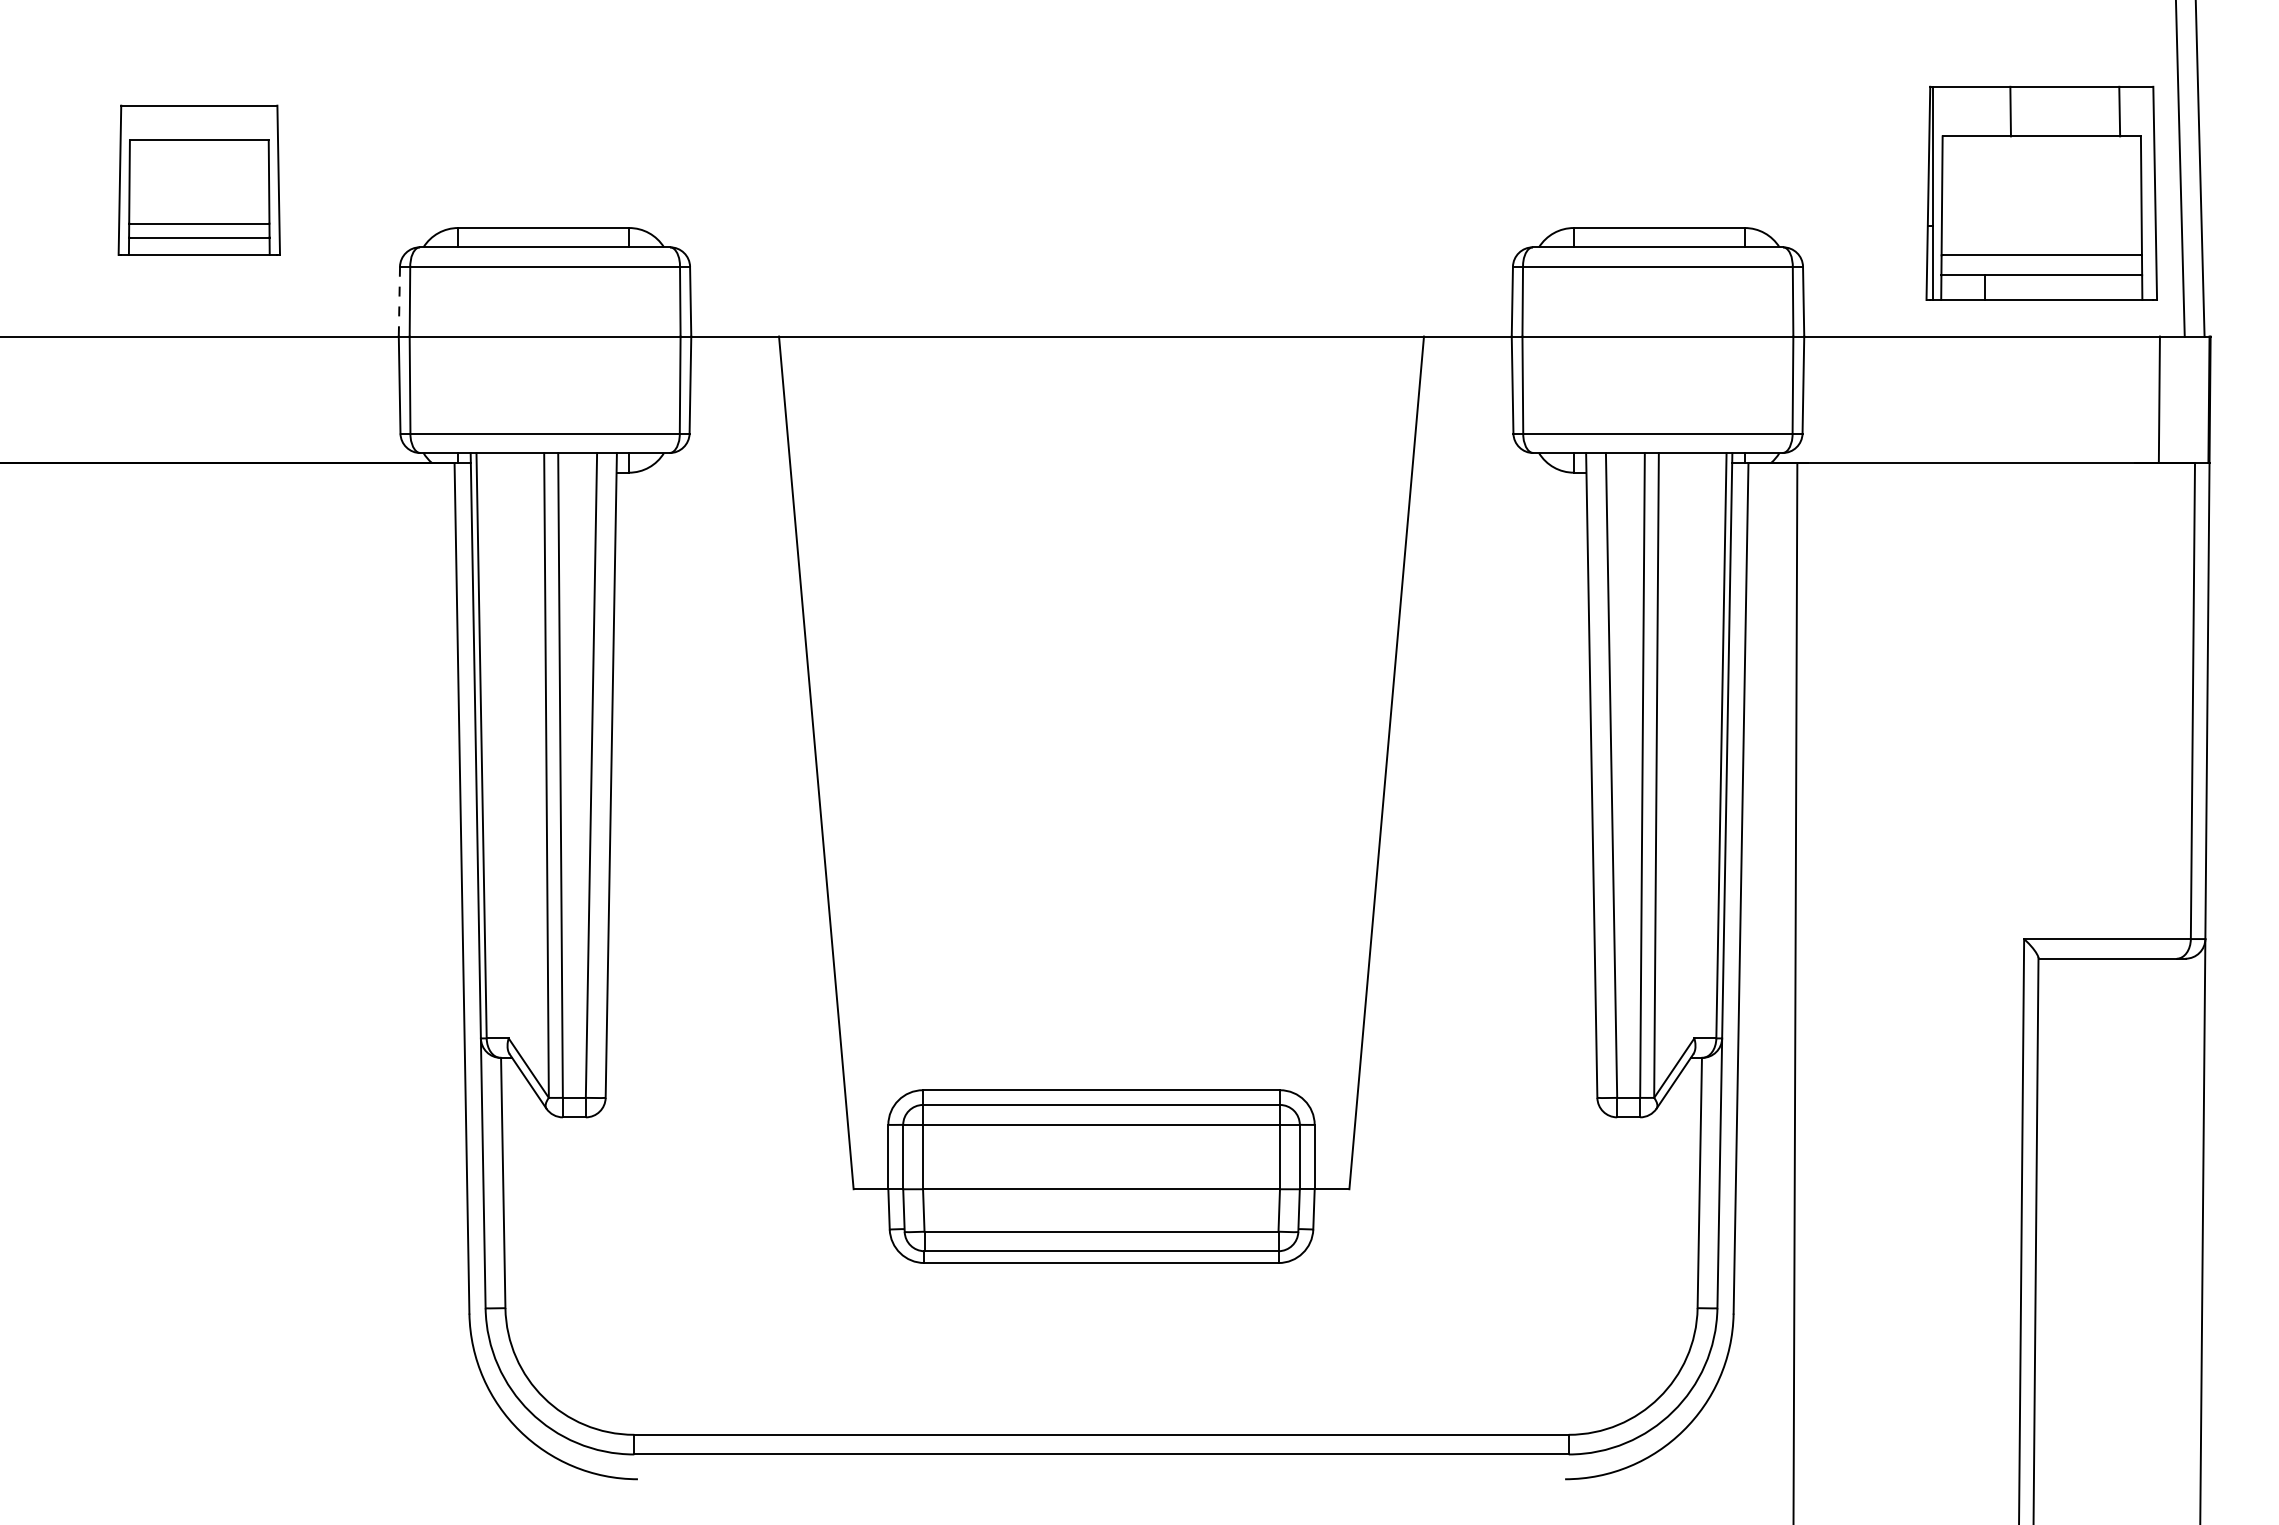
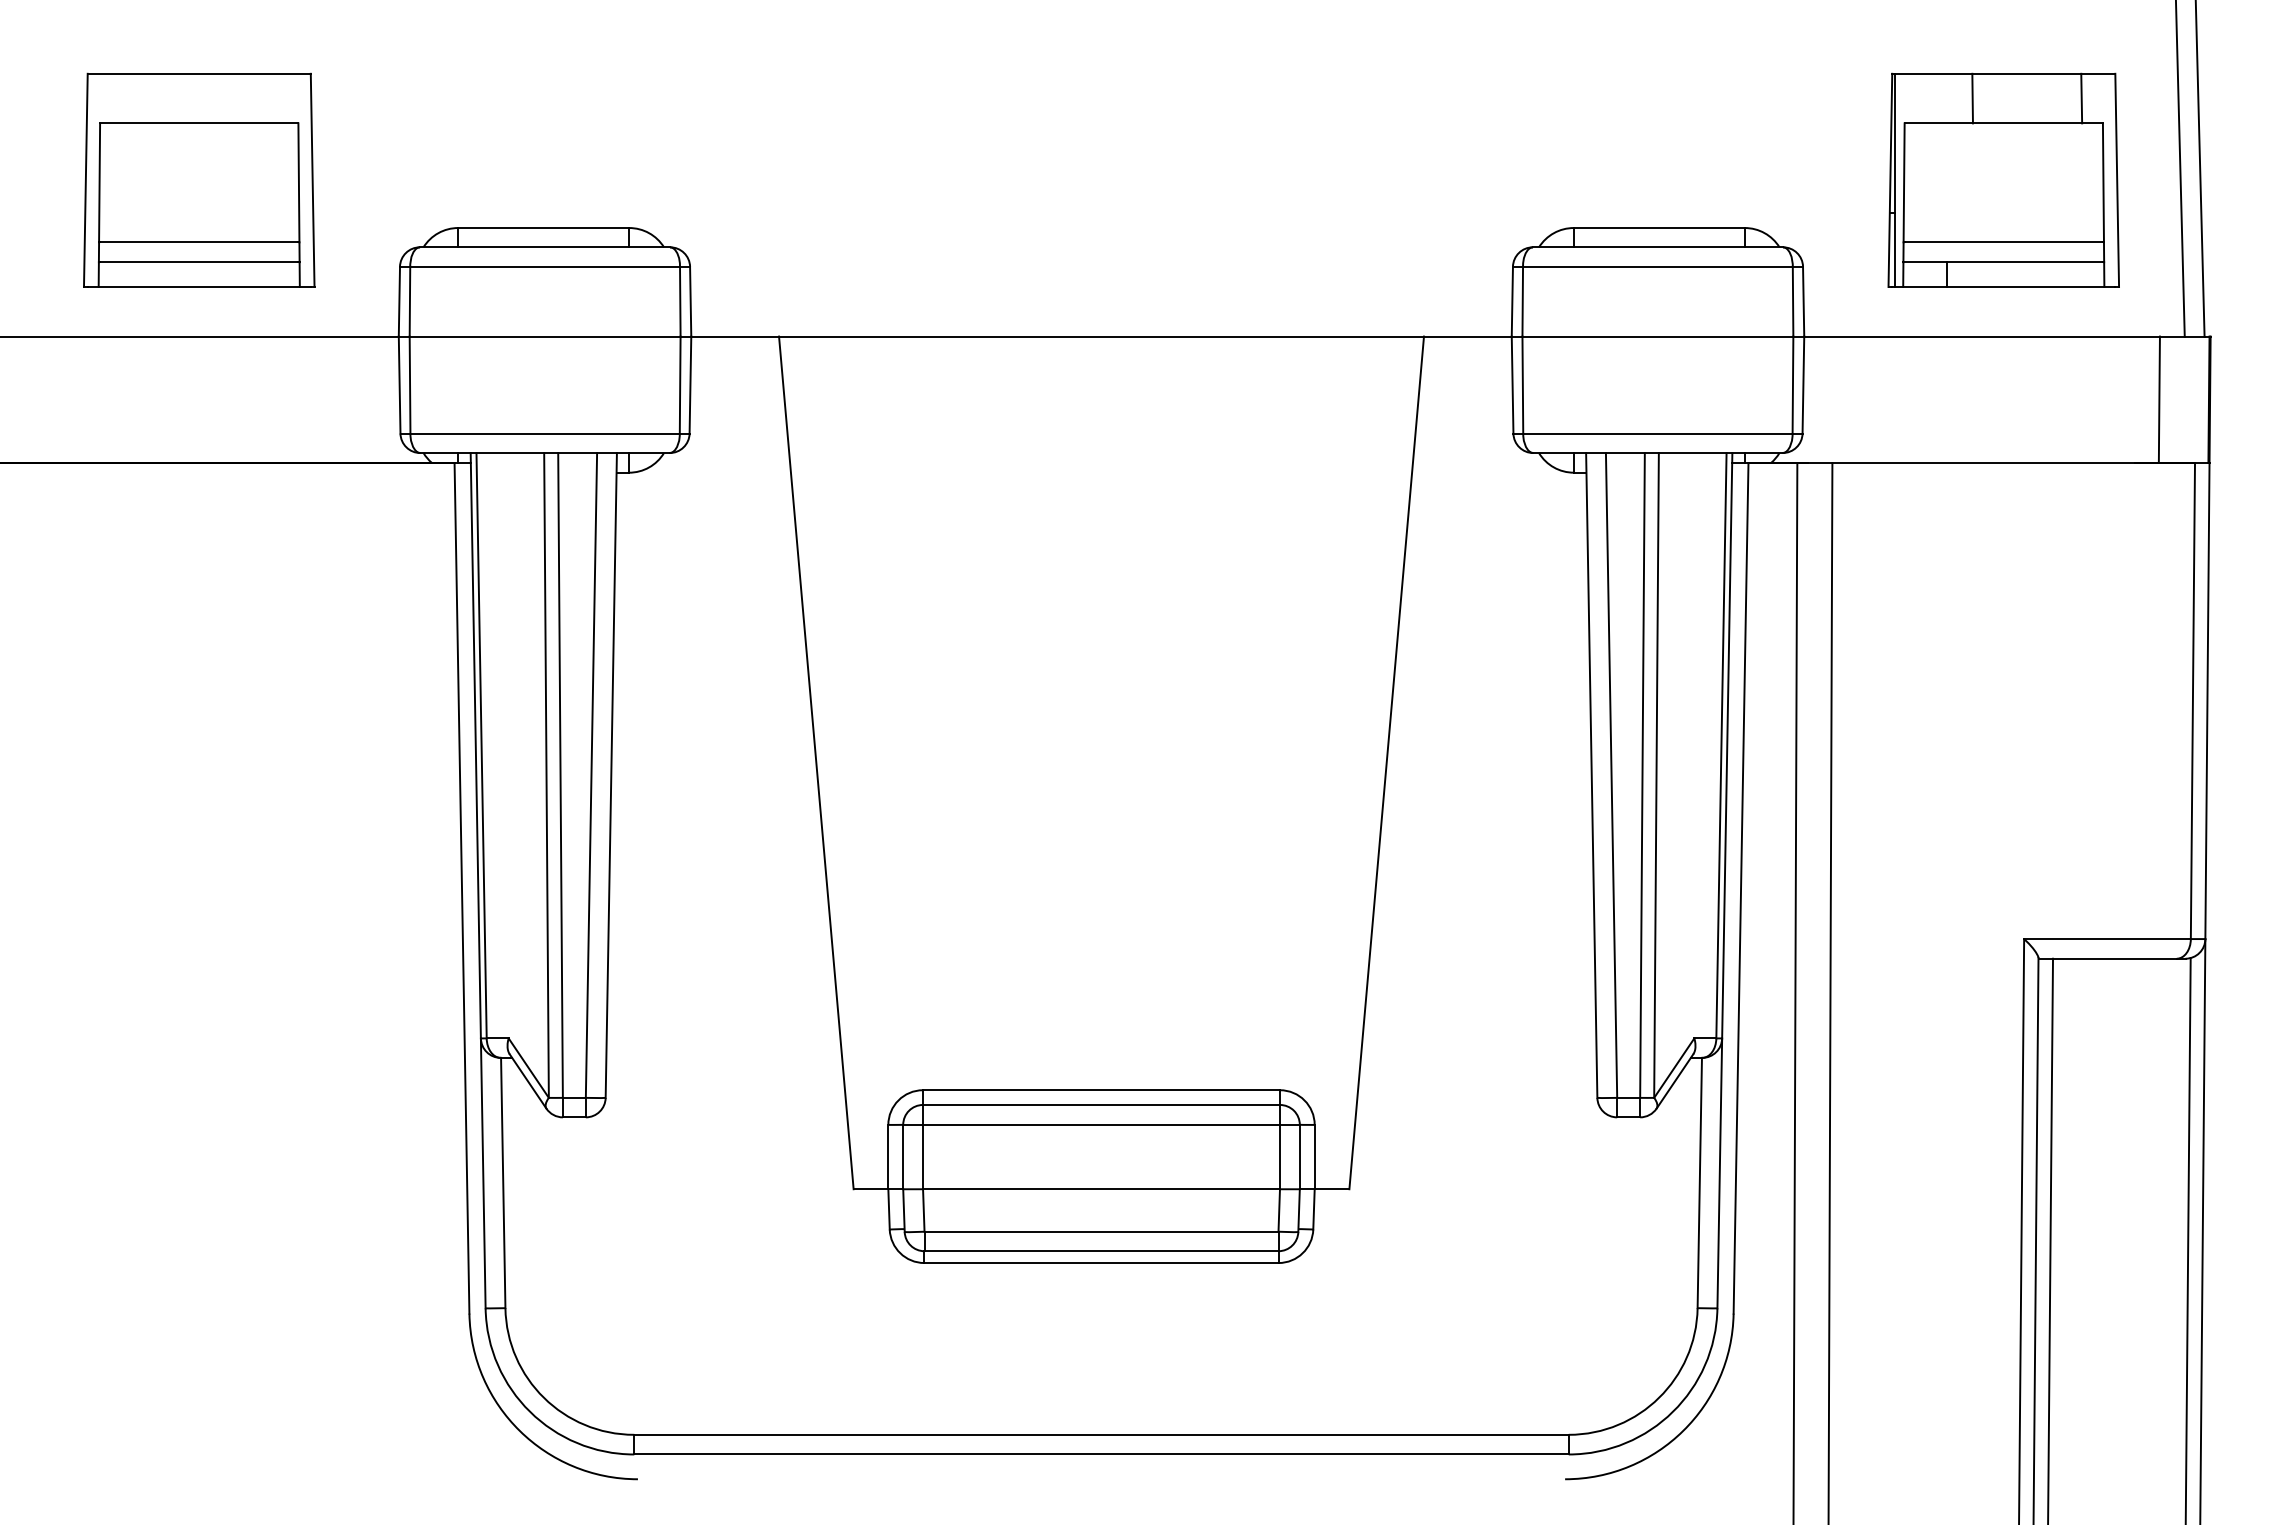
part at (198, 179) size: 164x152 px -> 233x216 px
part at (2041, 192) position: (2041, 192) -> (2003, 179)
line at (399, 301): dashed -> solid
line at (1830, 991): none -> present
line at (2050, 1239): none -> present
line at (2187, 1239): none -> present
